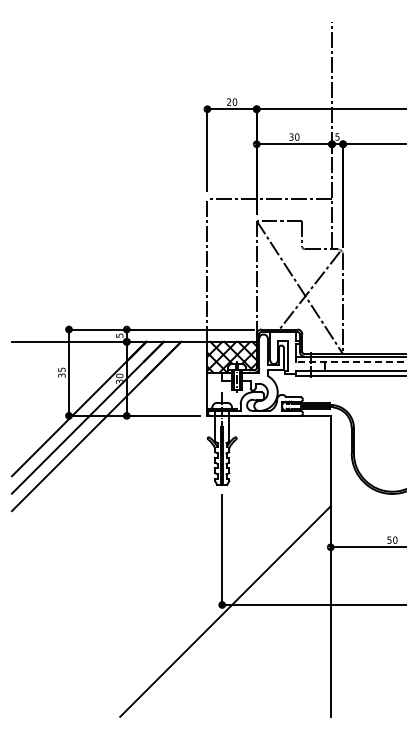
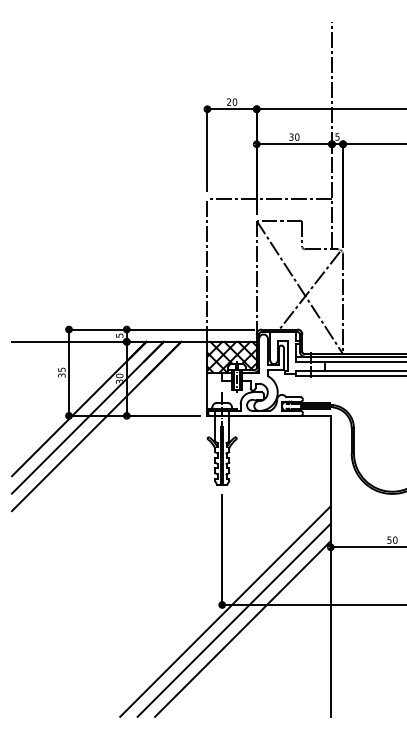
line at (351, 361): dashed -> solid
line at (233, 619): none -> present
line at (242, 628): none -> present
